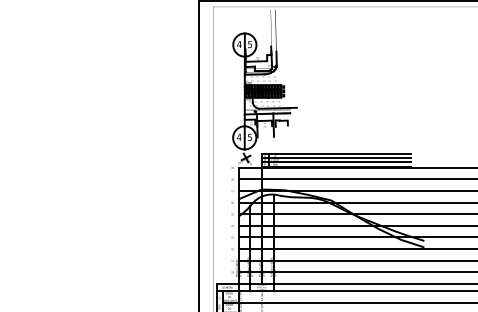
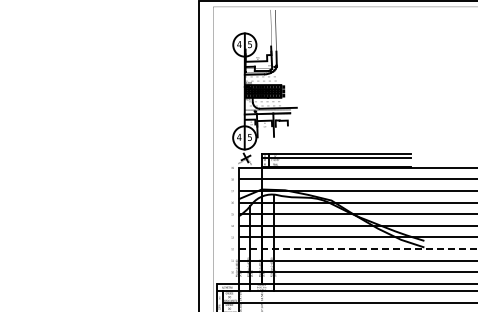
line at (336, 162): present -> none
line at (358, 248): solid -> dashed
